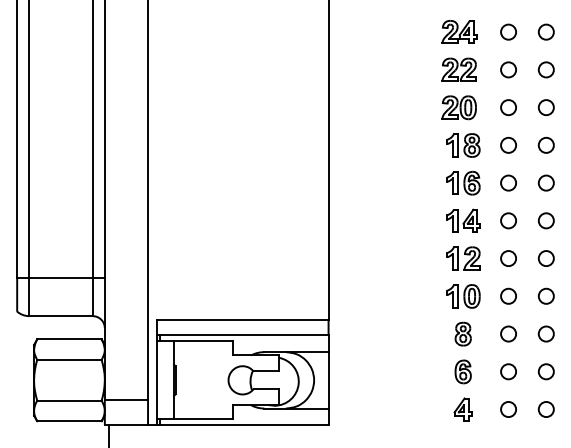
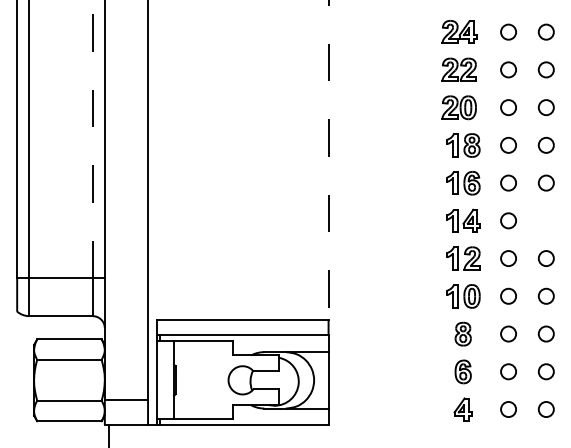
line at (92, 139): solid -> dashed
line at (328, 160): solid -> dashed
circle at (545, 220): present -> none
